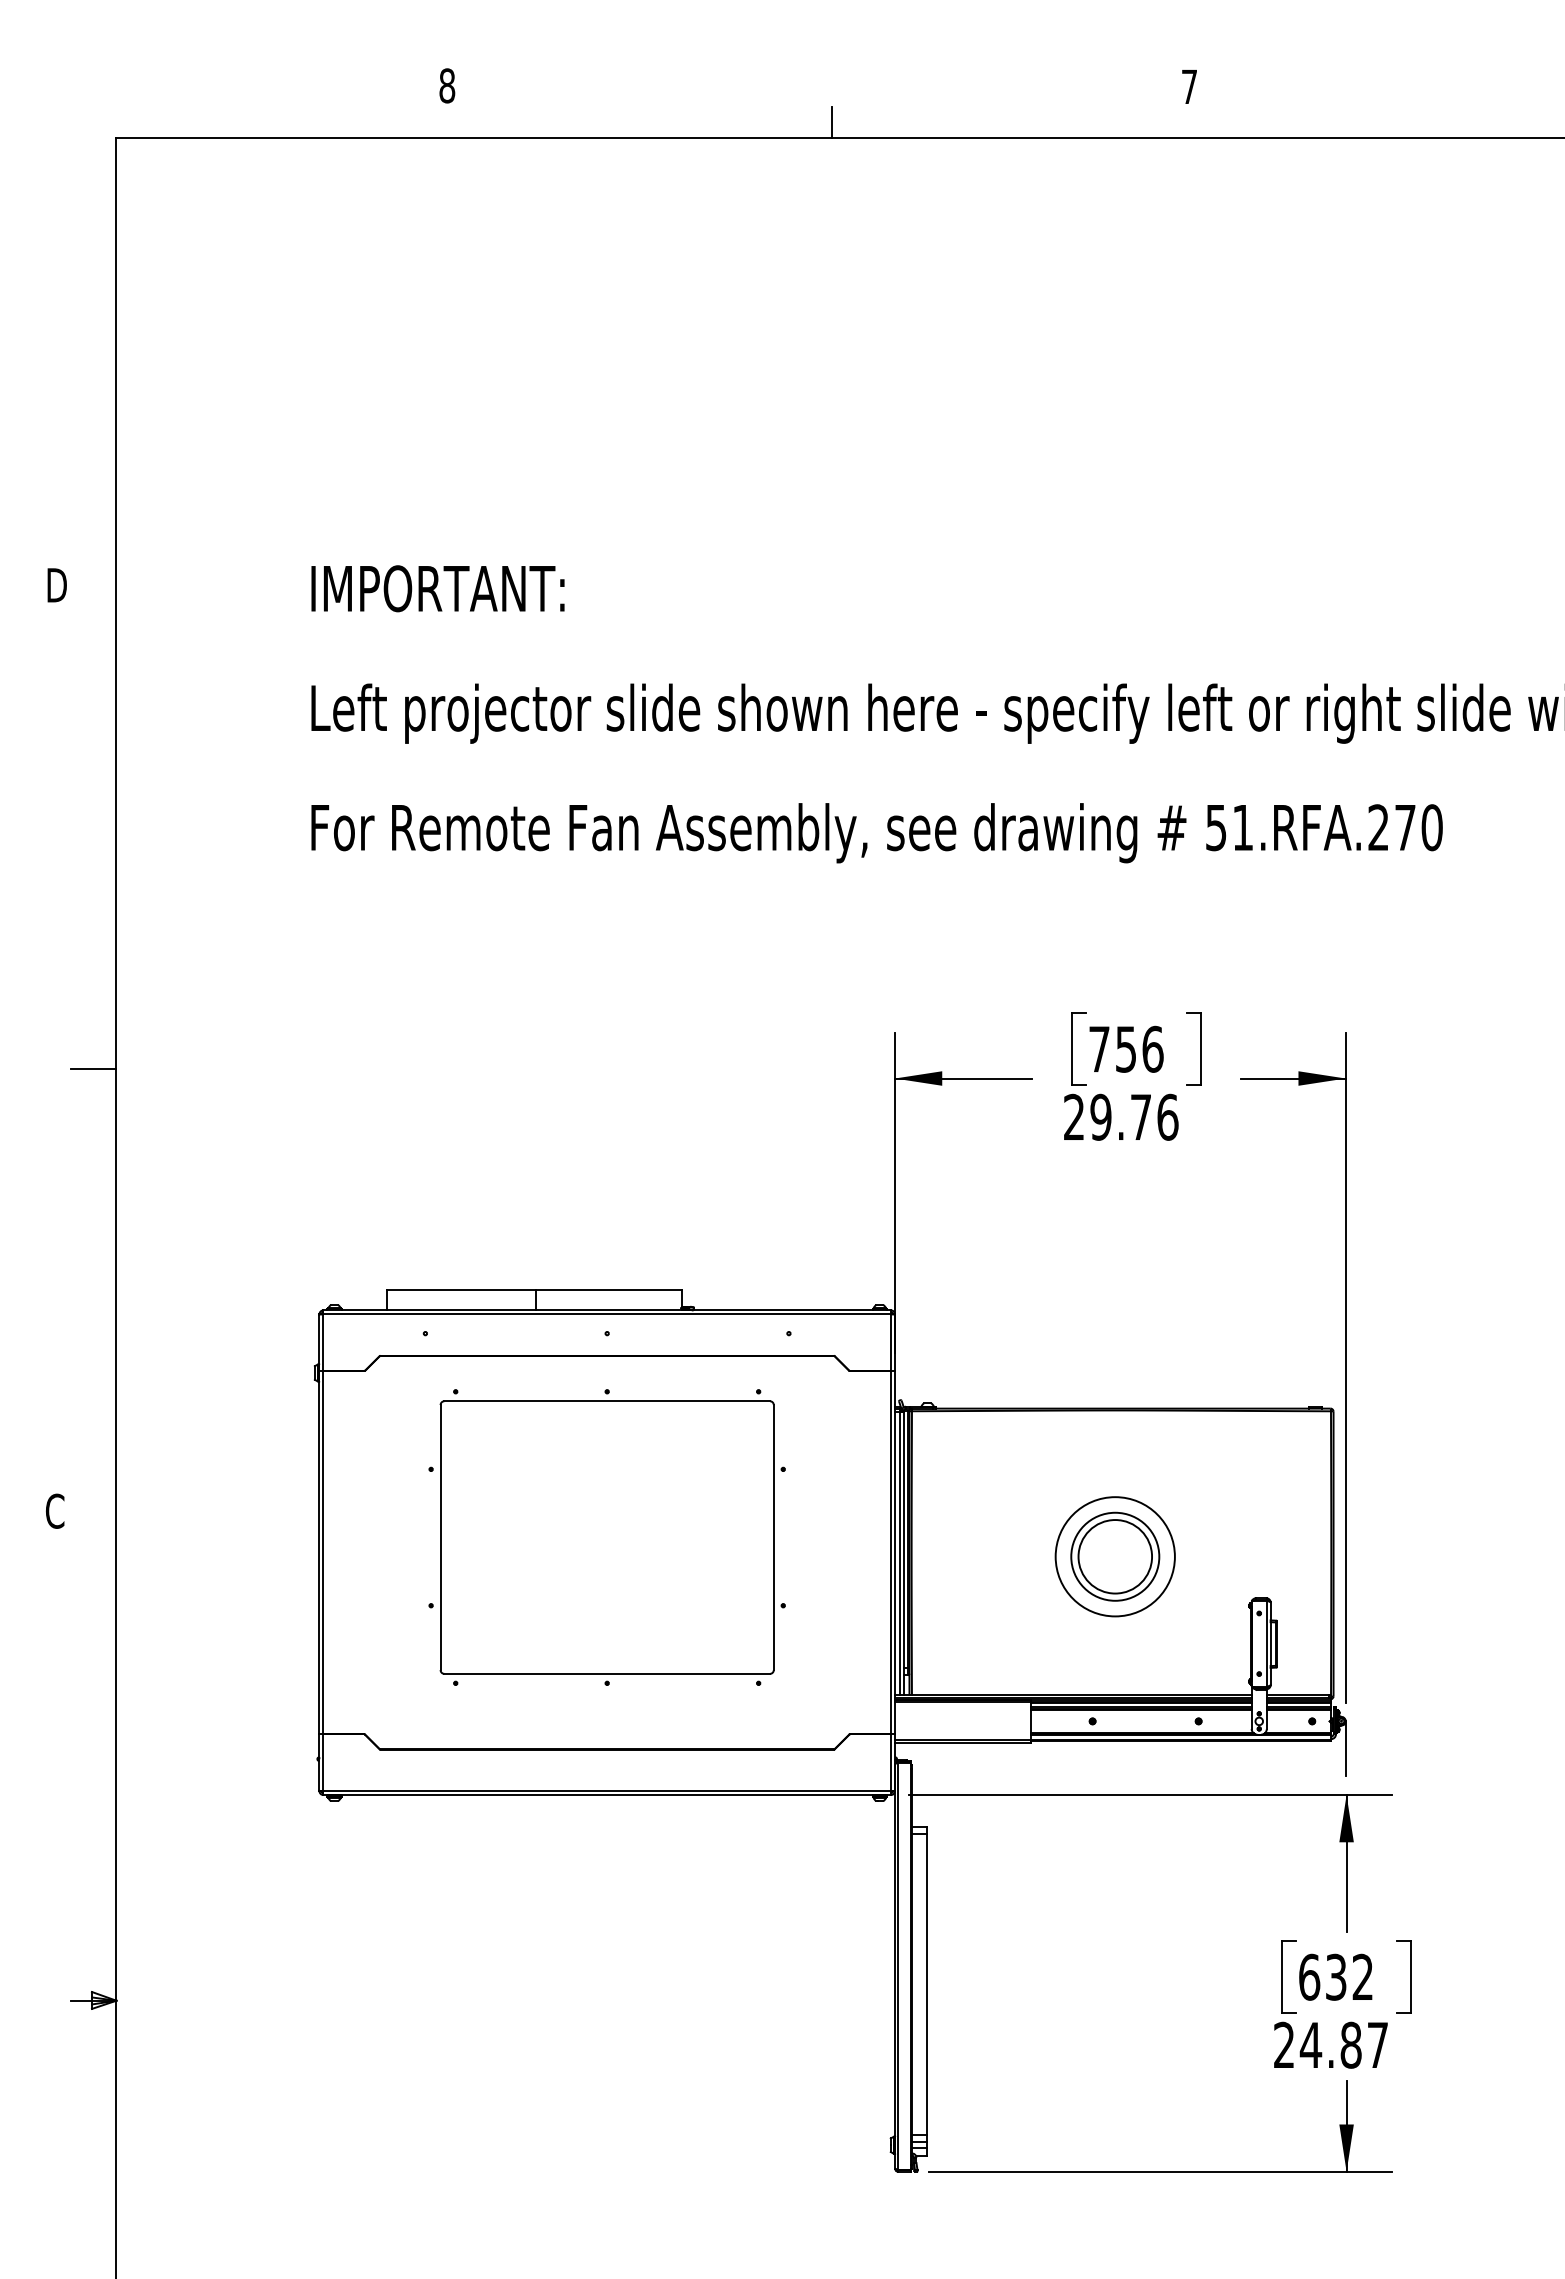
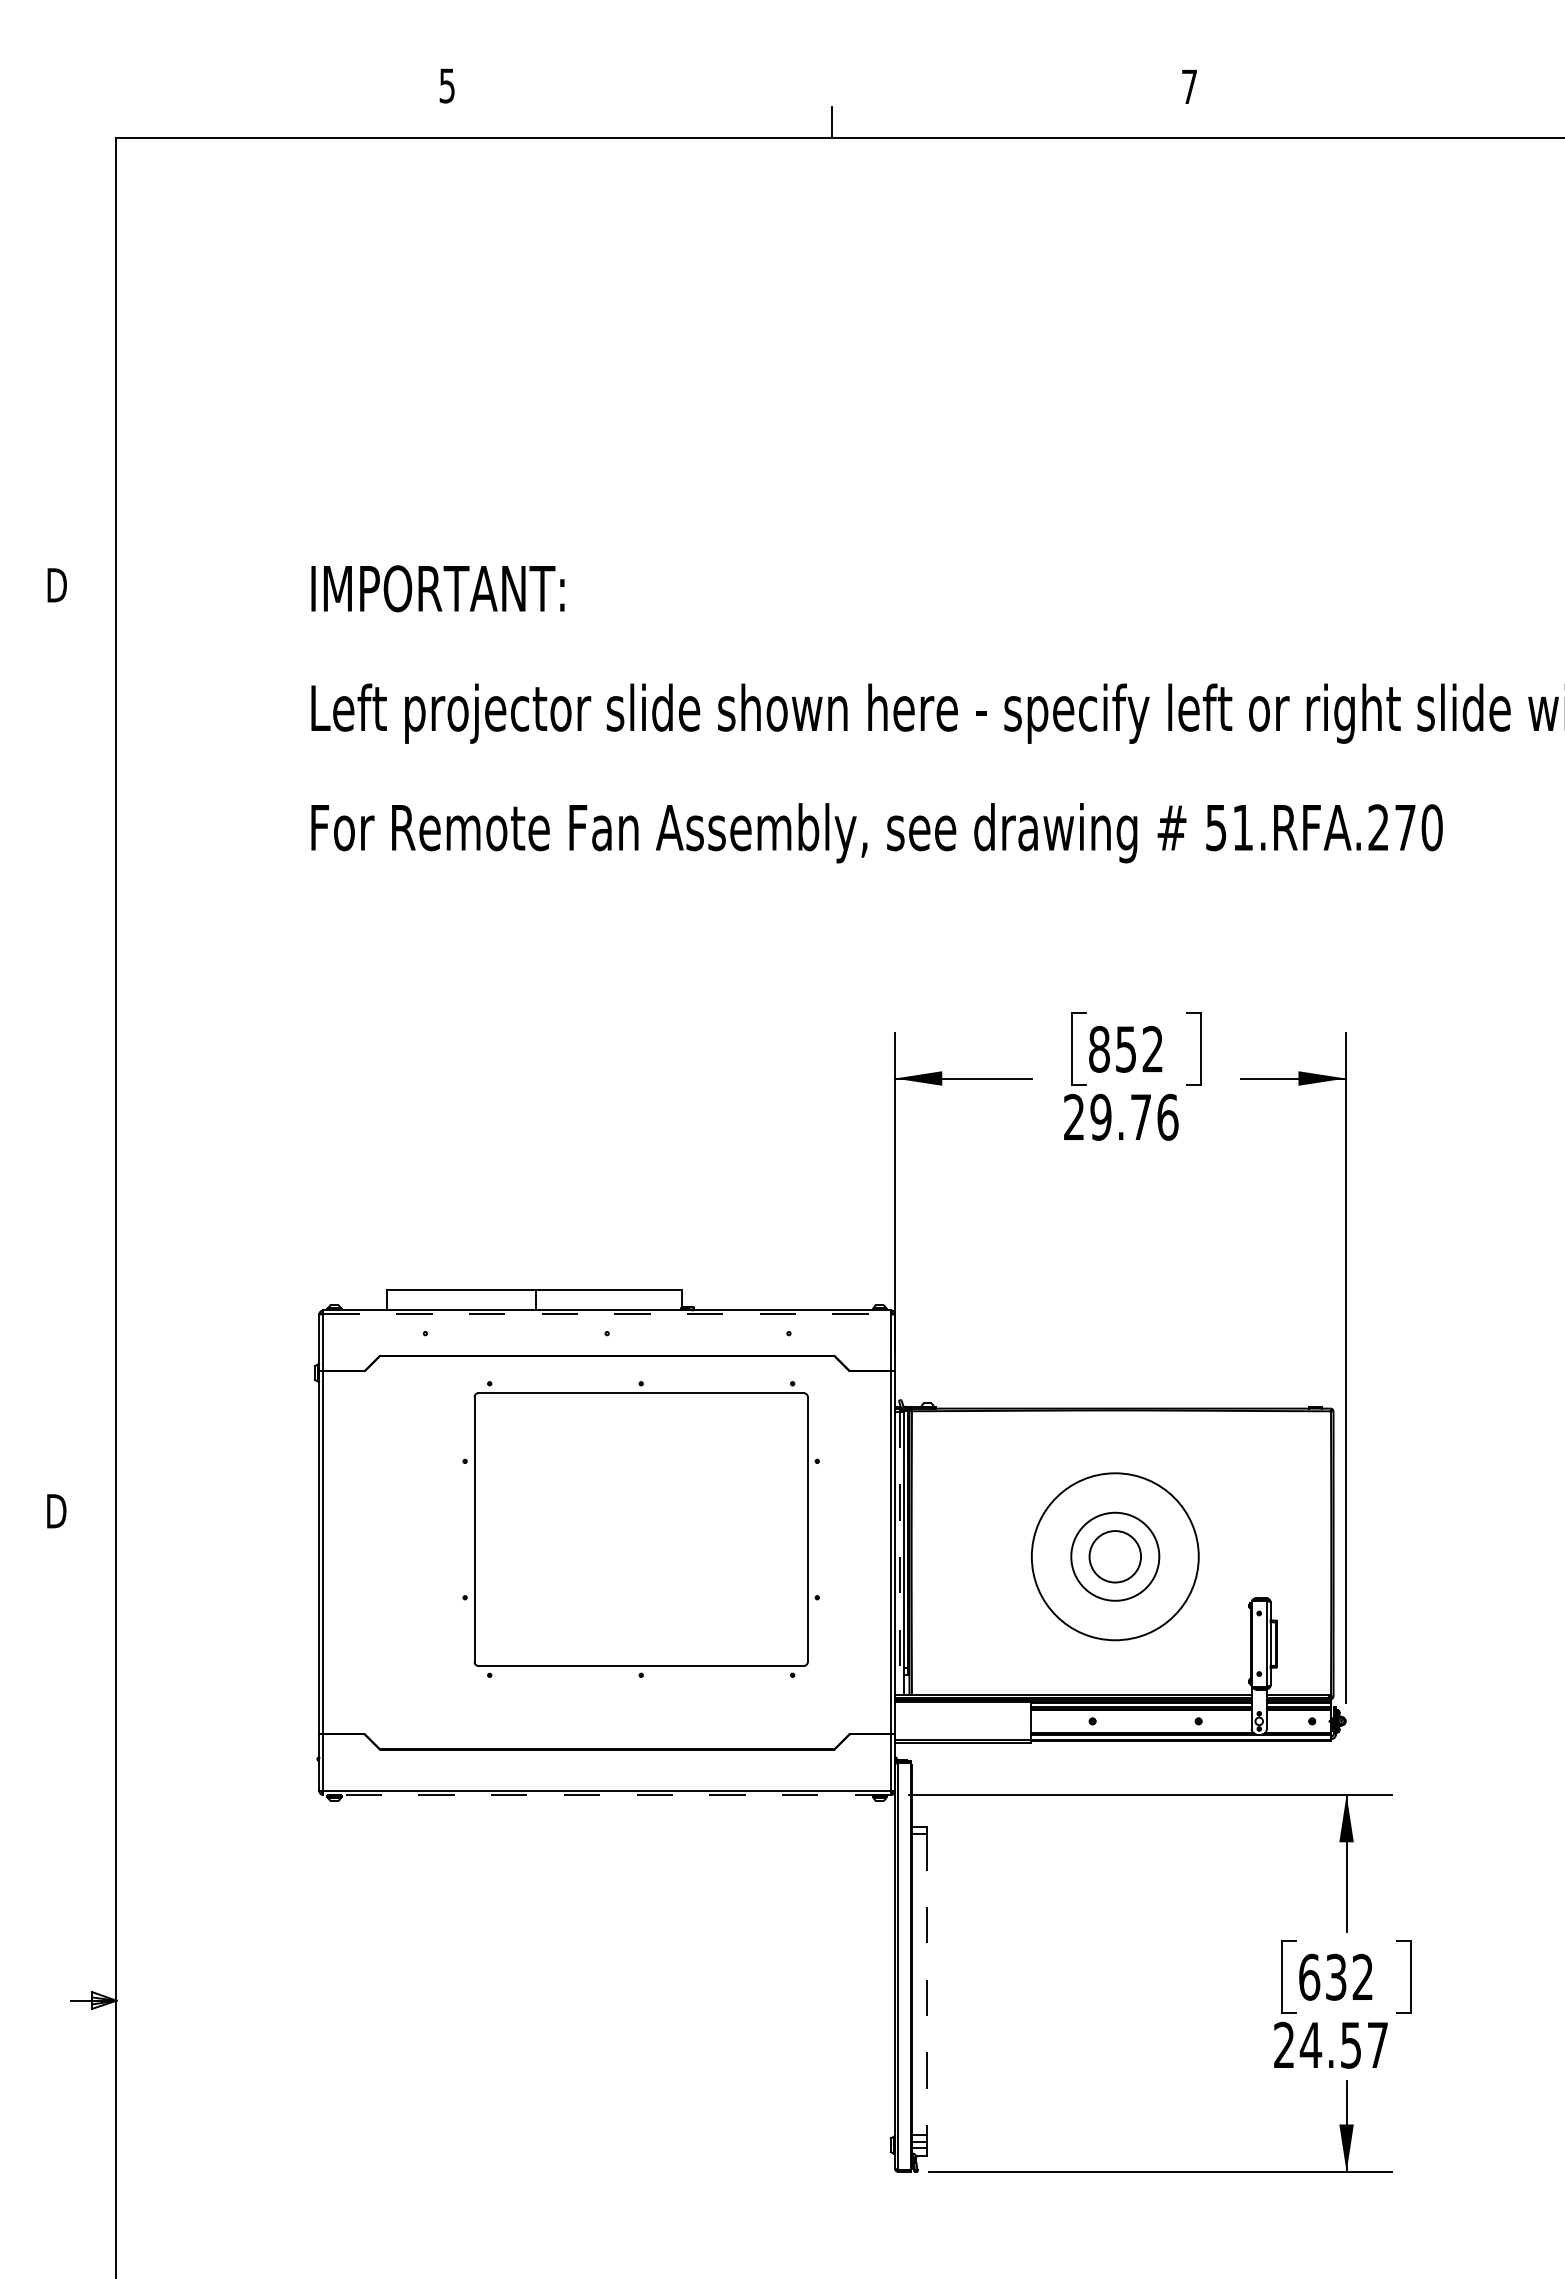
text at (447, 85): 8 -> 5
text at (1126, 1048): 756 -> 852
line at (93, 1069): present -> none
line at (607, 1314): solid -> dashed
text at (55, 1510): C -> D
part at (606, 1537) position: (606, 1537) -> (640, 1529)
line at (899, 1553): solid -> dashed
circle at (1114, 1556) diameter: 119 px -> 167 px
circle at (1115, 1556) diameter: 74 px -> 51 px
line at (1345, 1748): present -> none
line at (607, 1795): solid -> dashed
line at (927, 1985): solid -> dashed
text at (1350, 2044): 24.87 -> 24.57
